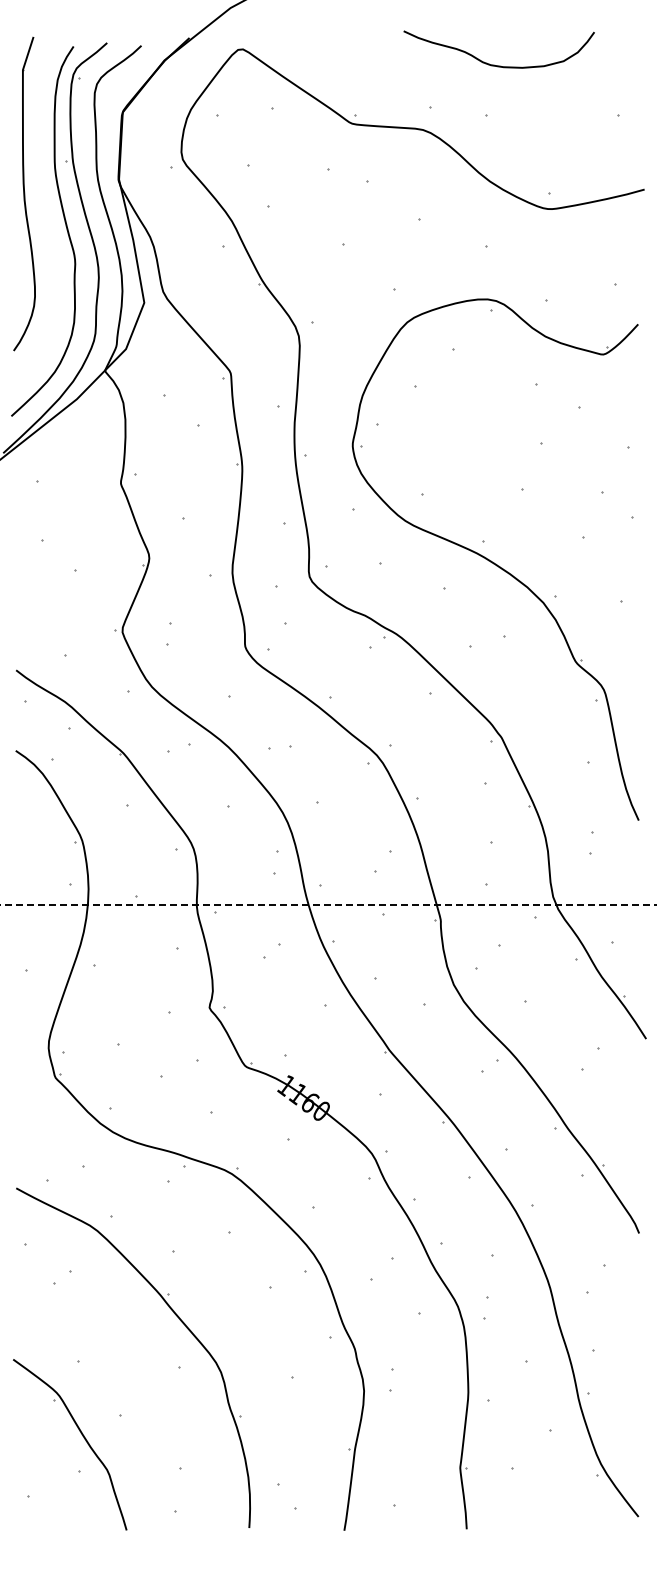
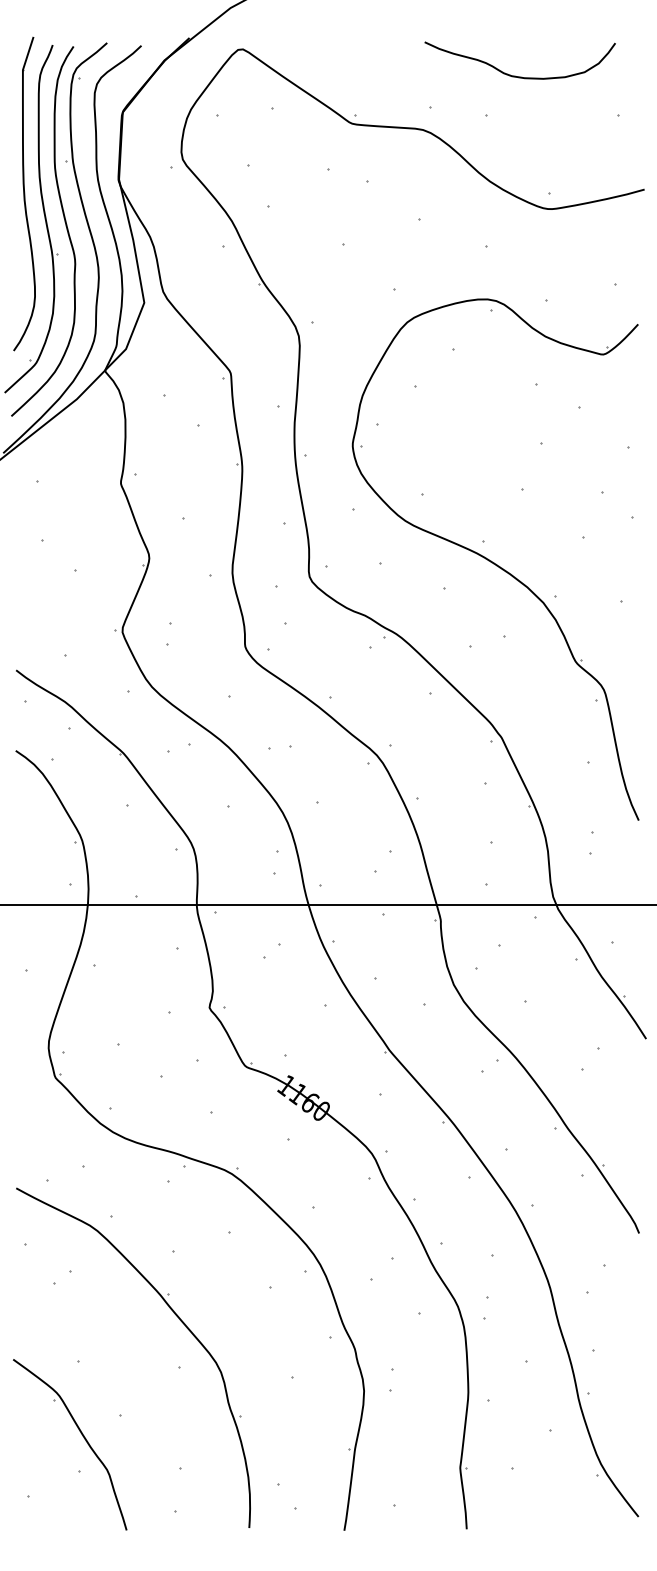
curve at (494, 64) position: (494, 64) -> (515, 75)
part at (44, 219): none -> present
line at (328, 904): dashed -> solid
